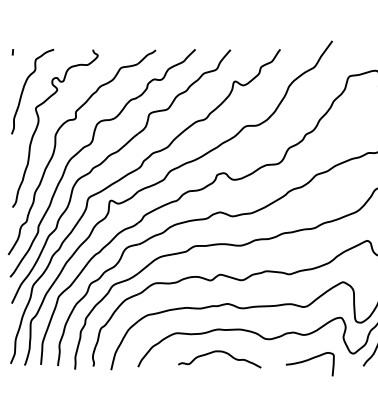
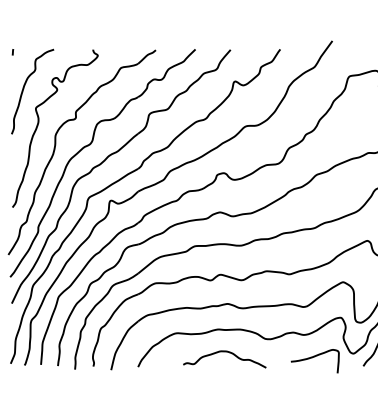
curve at (219, 352) position: (219, 352) -> (224, 352)
curve at (307, 361) position: (307, 361) -> (312, 358)
